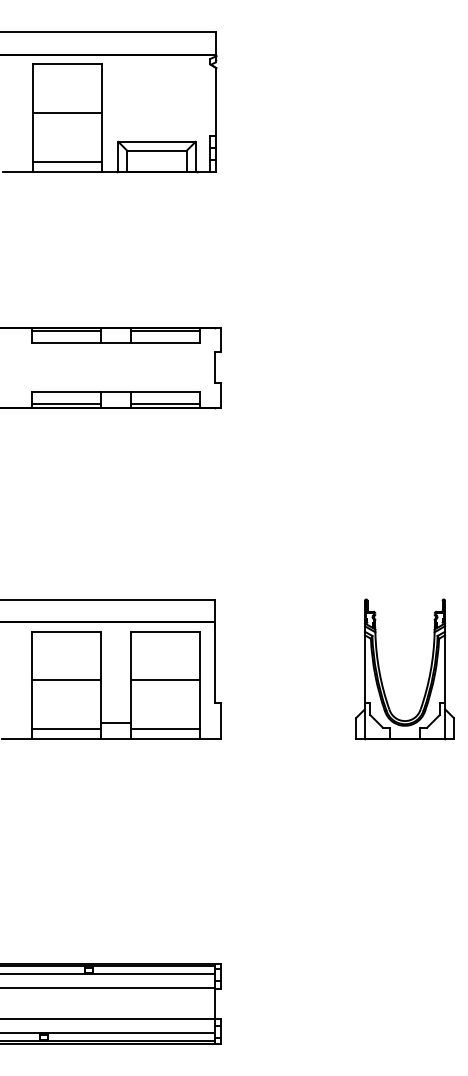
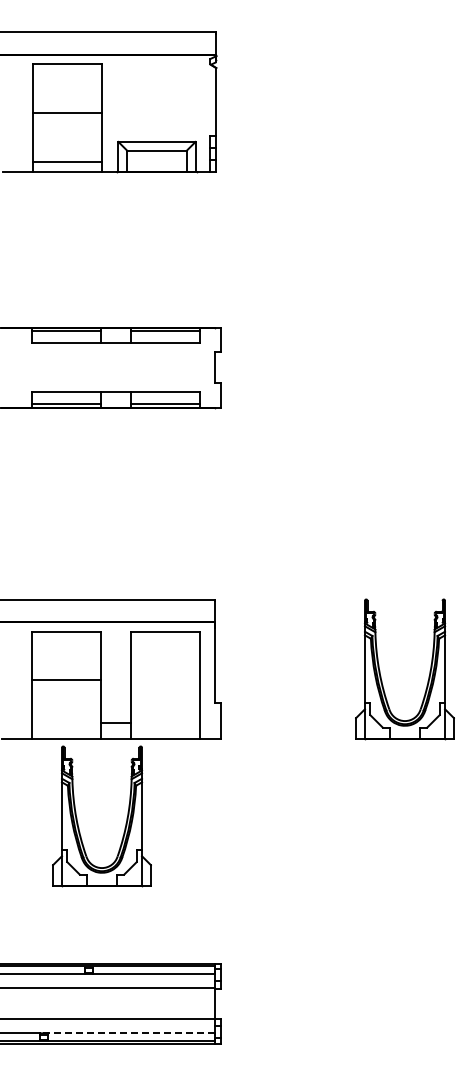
line at (165, 680): present -> none
line at (66, 729): present -> none
line at (165, 729): present -> none
part at (77, 817): none -> present
line at (126, 1033): solid -> dashed
